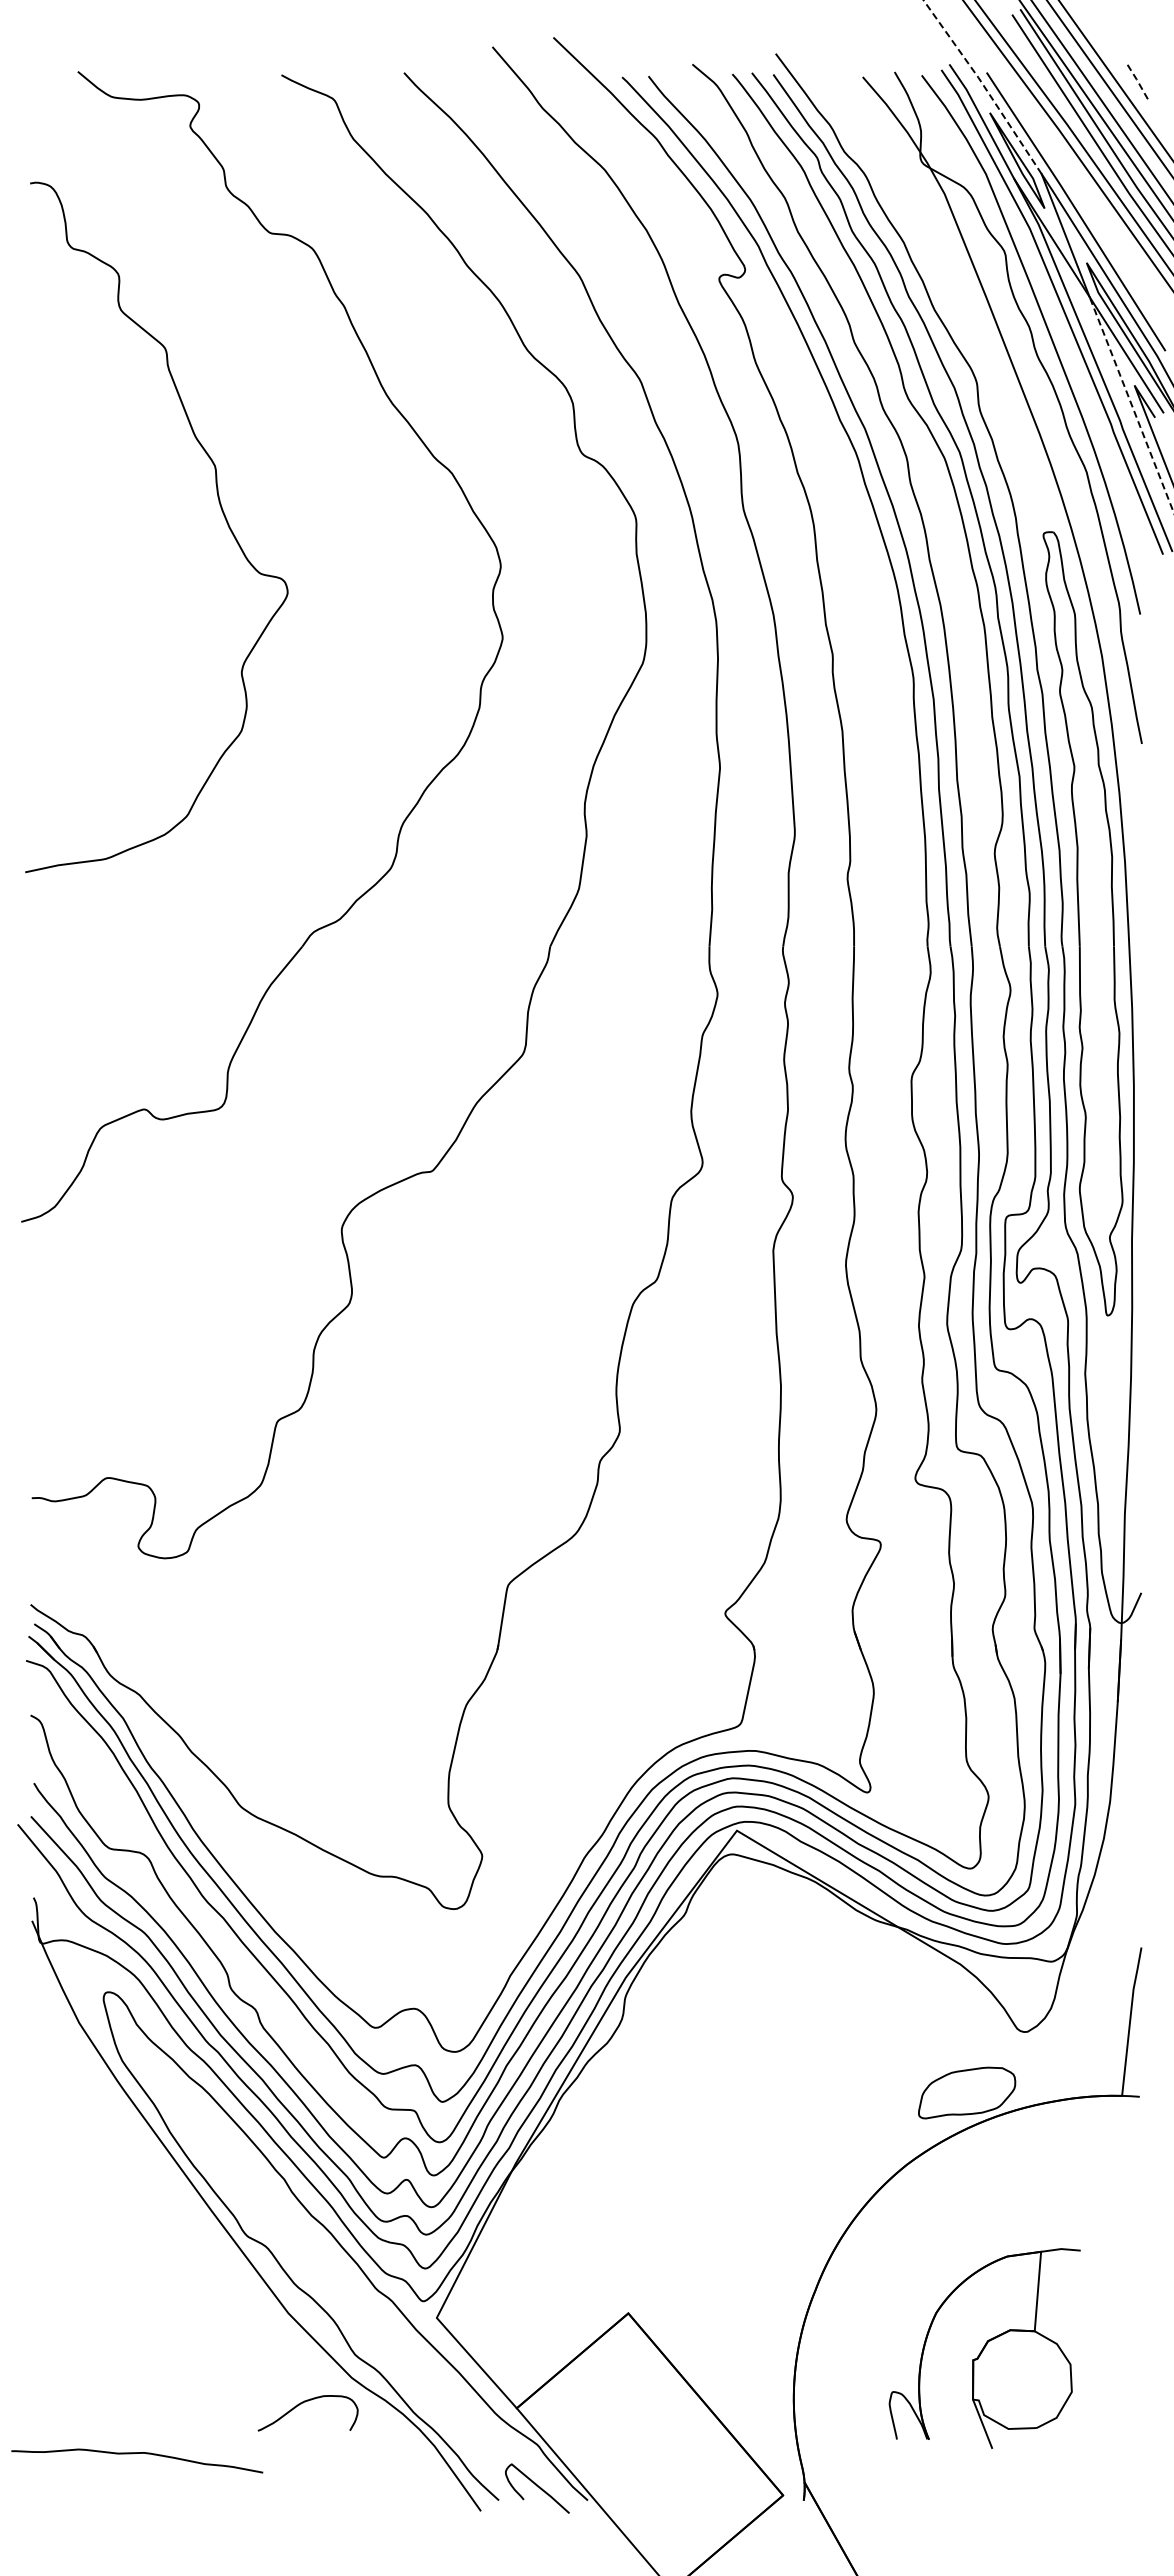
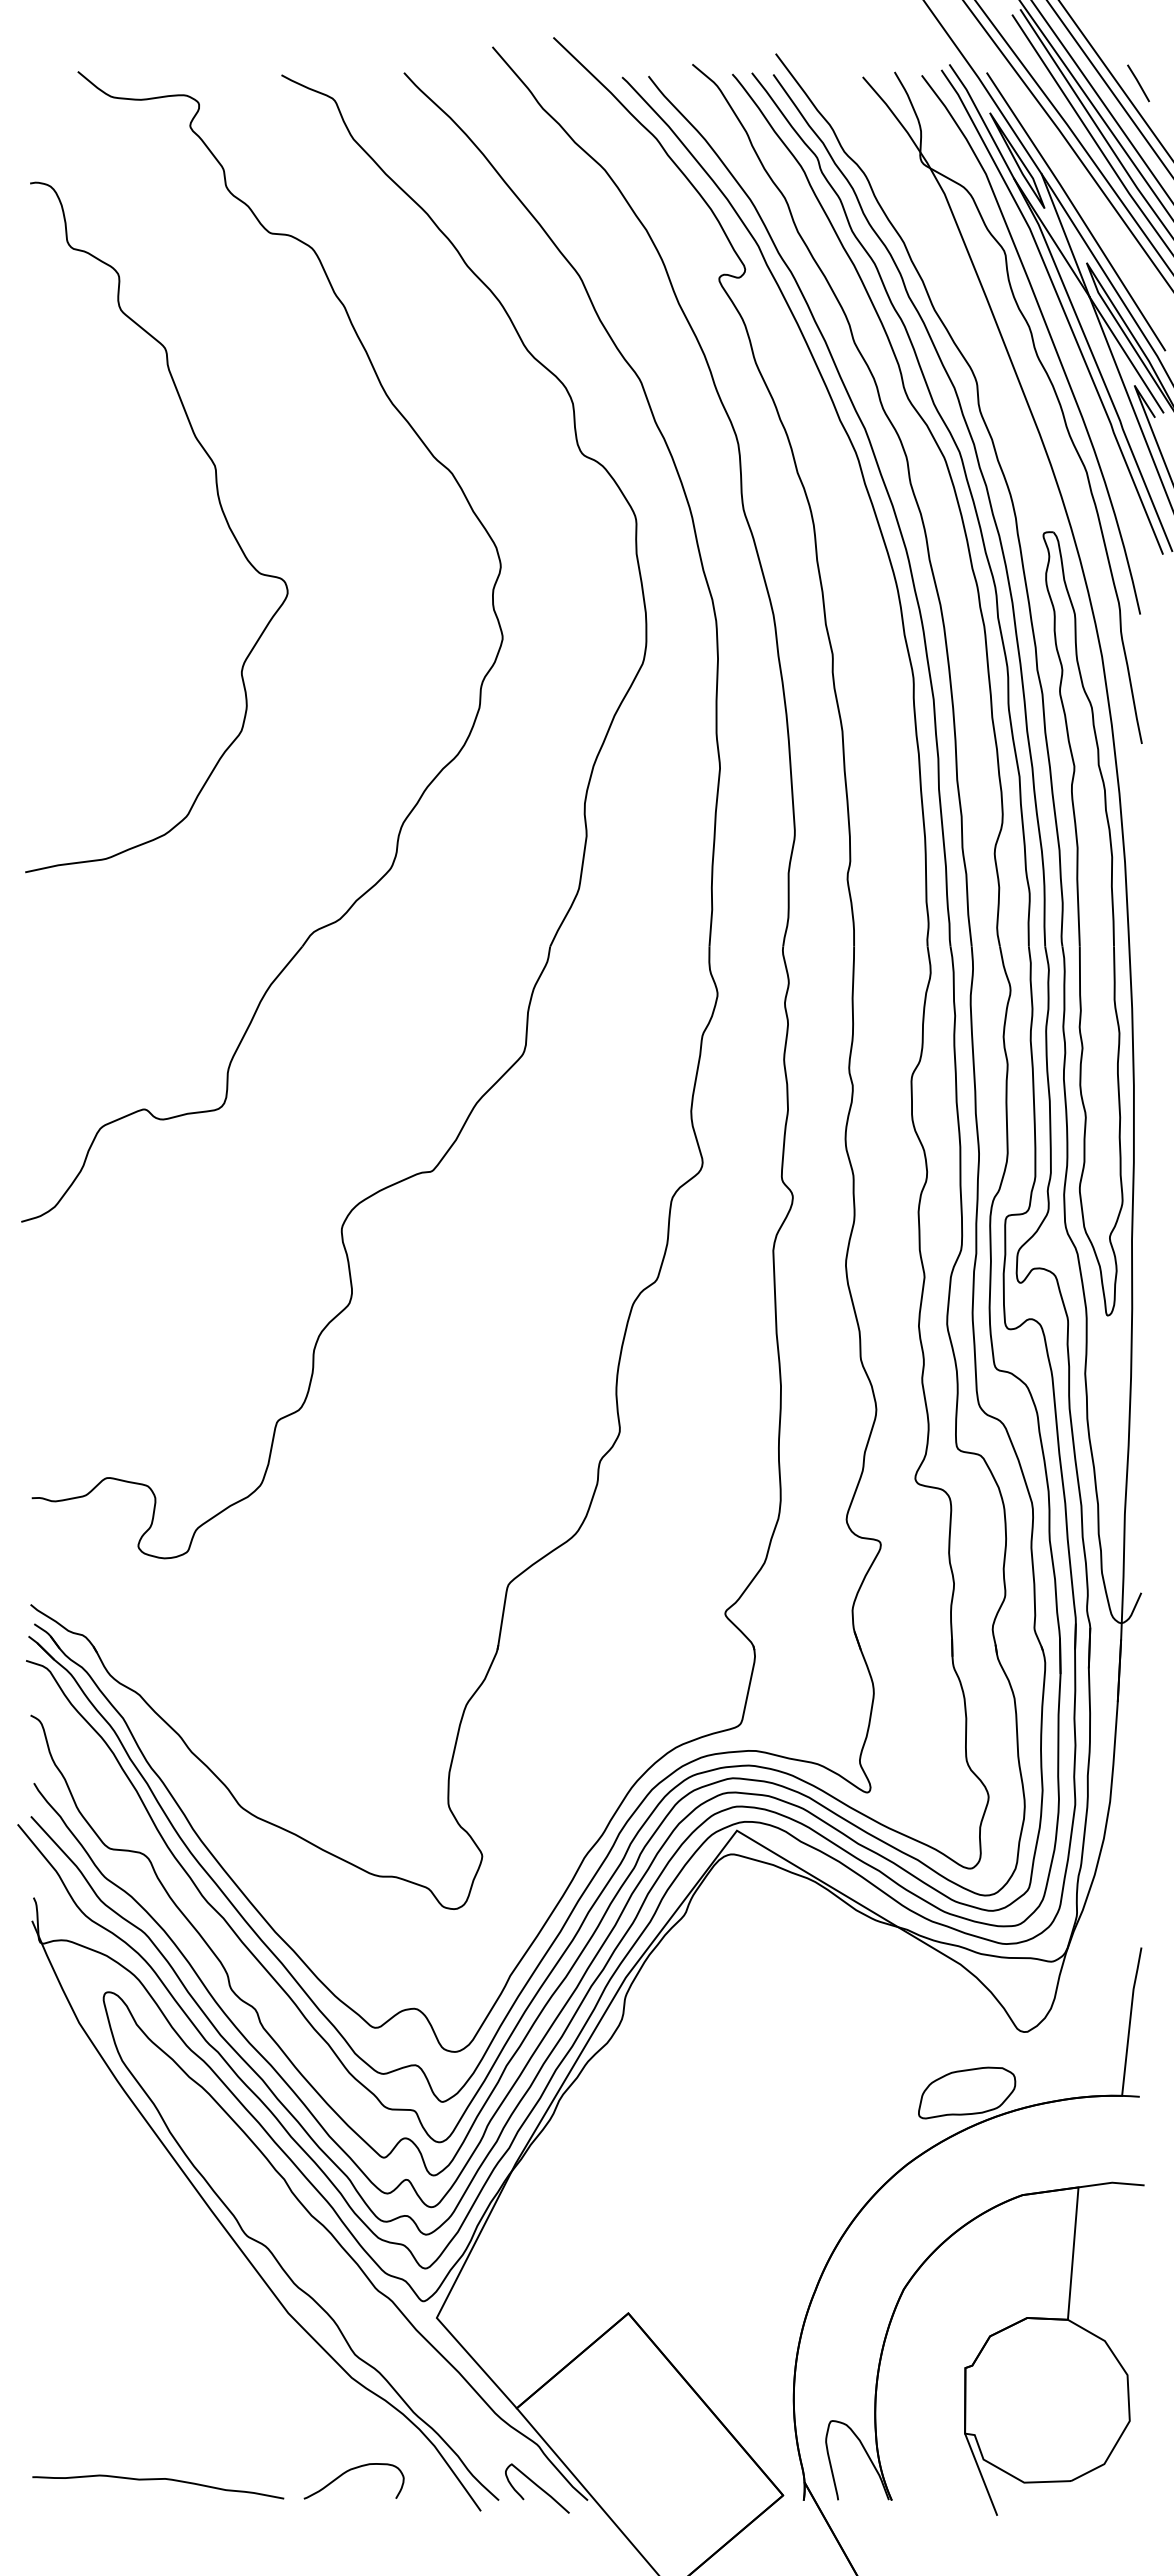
line at (1138, 82): dashed -> solid
line at (983, 85): dashed -> solid
line at (1131, 404): dashed -> solid
part at (984, 2348) size: 193x201 px -> 320x335 px
curve at (303, 2403) position: (303, 2403) -> (349, 2471)
curve at (137, 2453) position: (137, 2453) -> (158, 2479)
